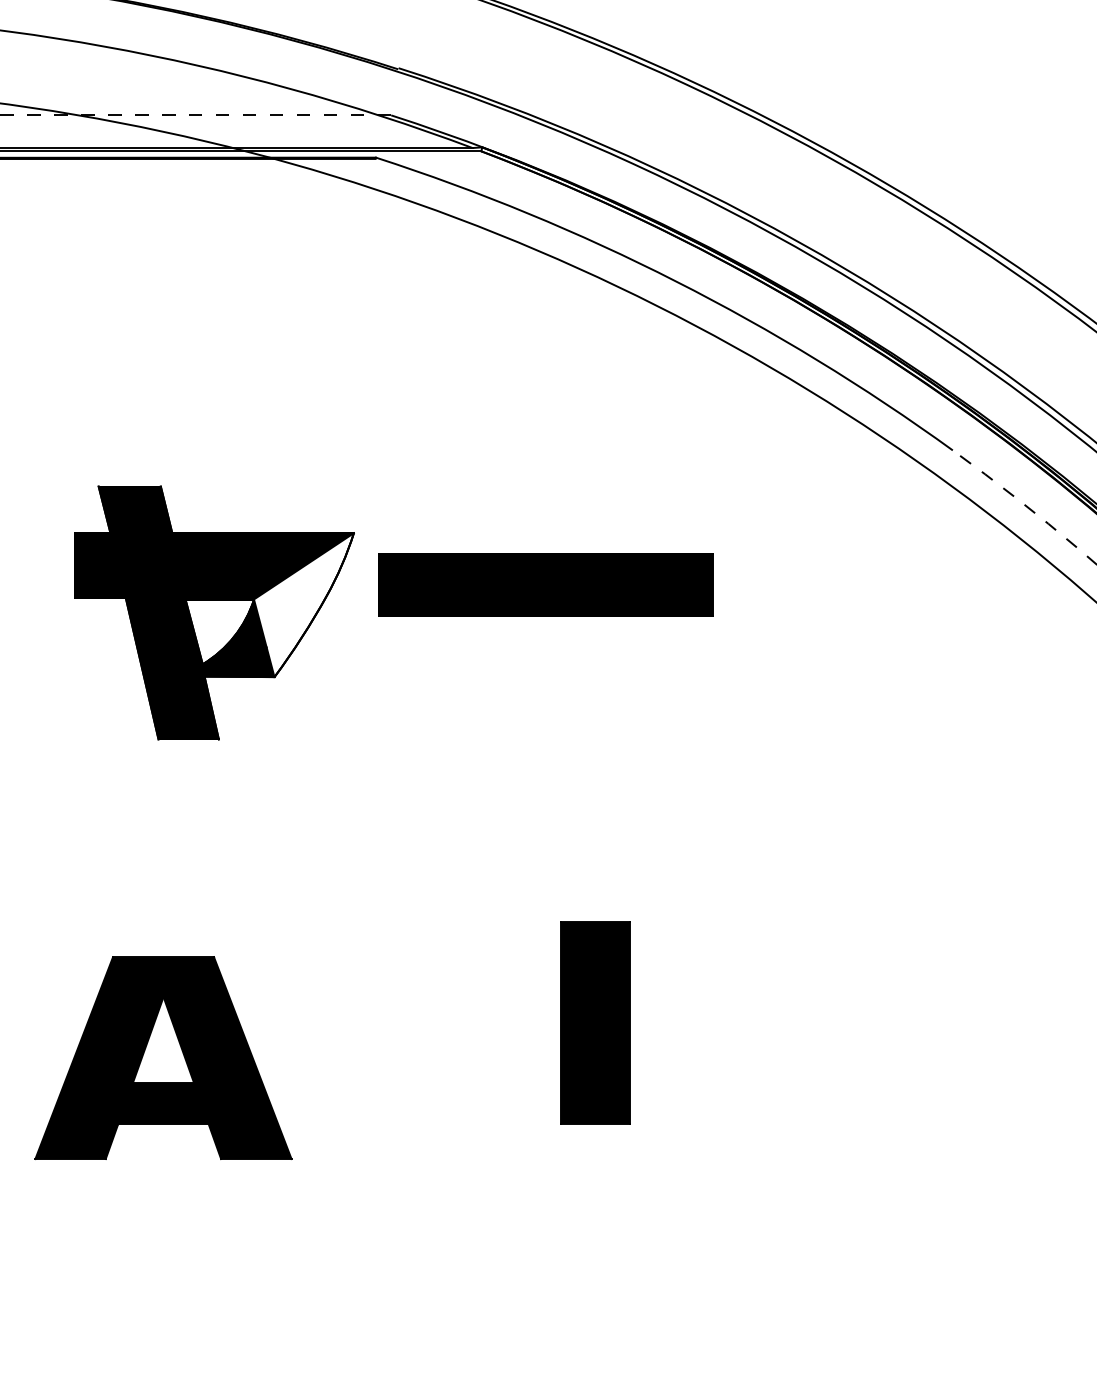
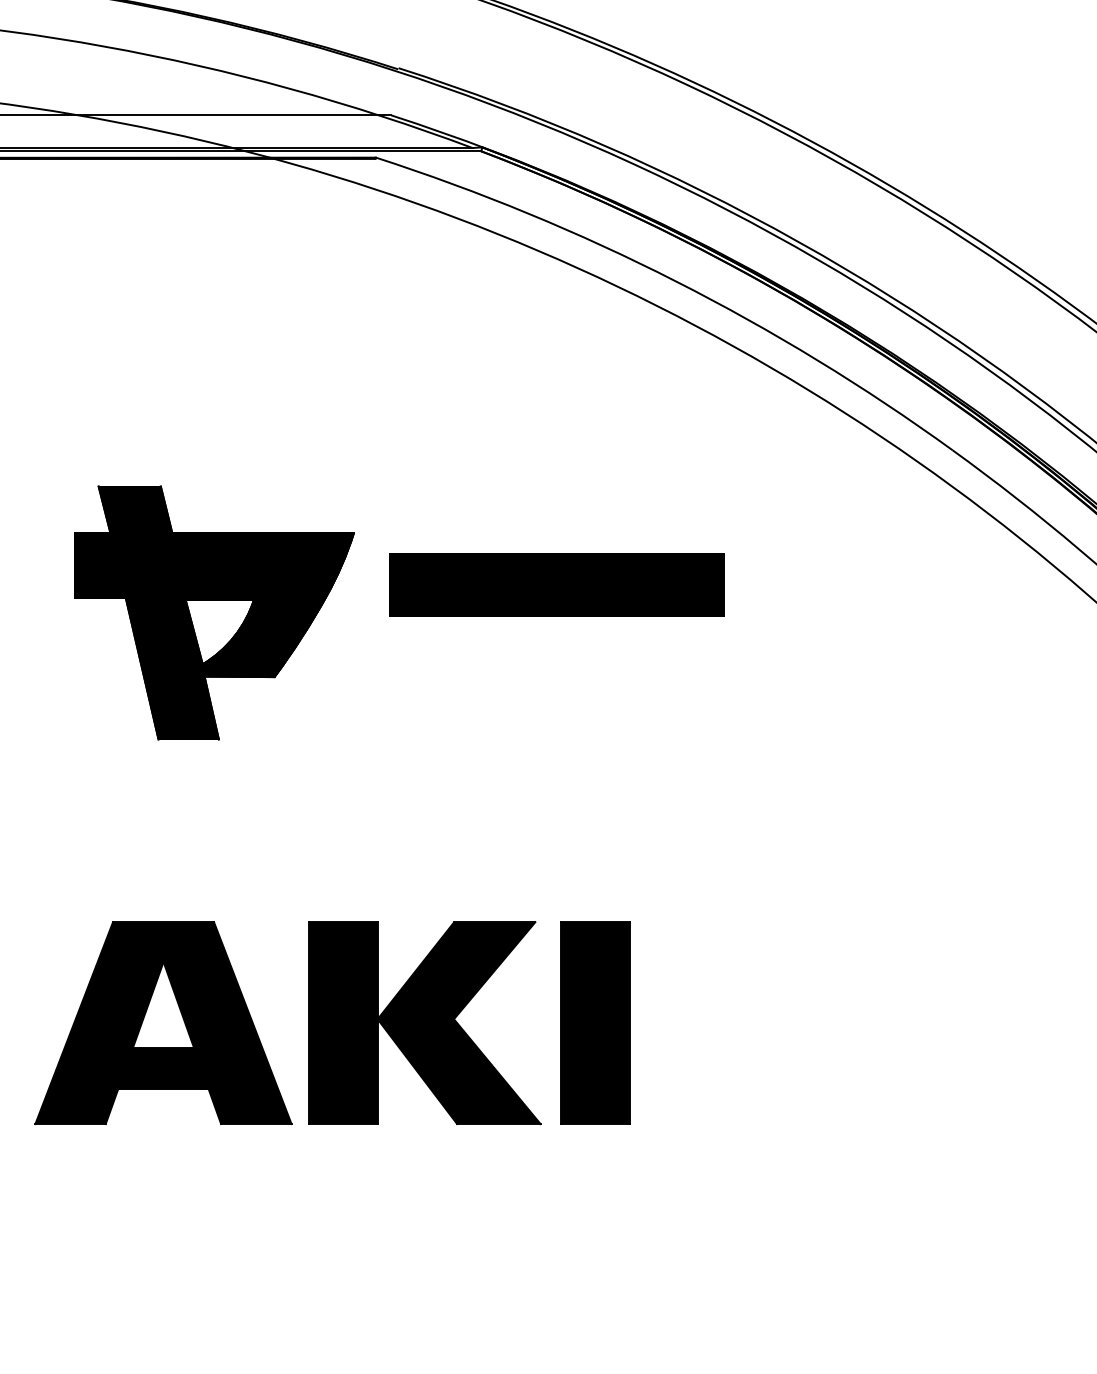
line at (195, 115): dashed -> solid
arc at (1025, 505): dashed -> solid
part at (545, 584) position: (545, 584) -> (556, 584)
fill at (303, 605): none -> present
part at (424, 1023): none -> present
part at (163, 1057) position: (163, 1057) -> (163, 1022)
